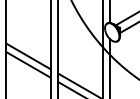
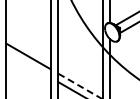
line at (28, 64): present -> none
line at (79, 85): solid -> dashed
